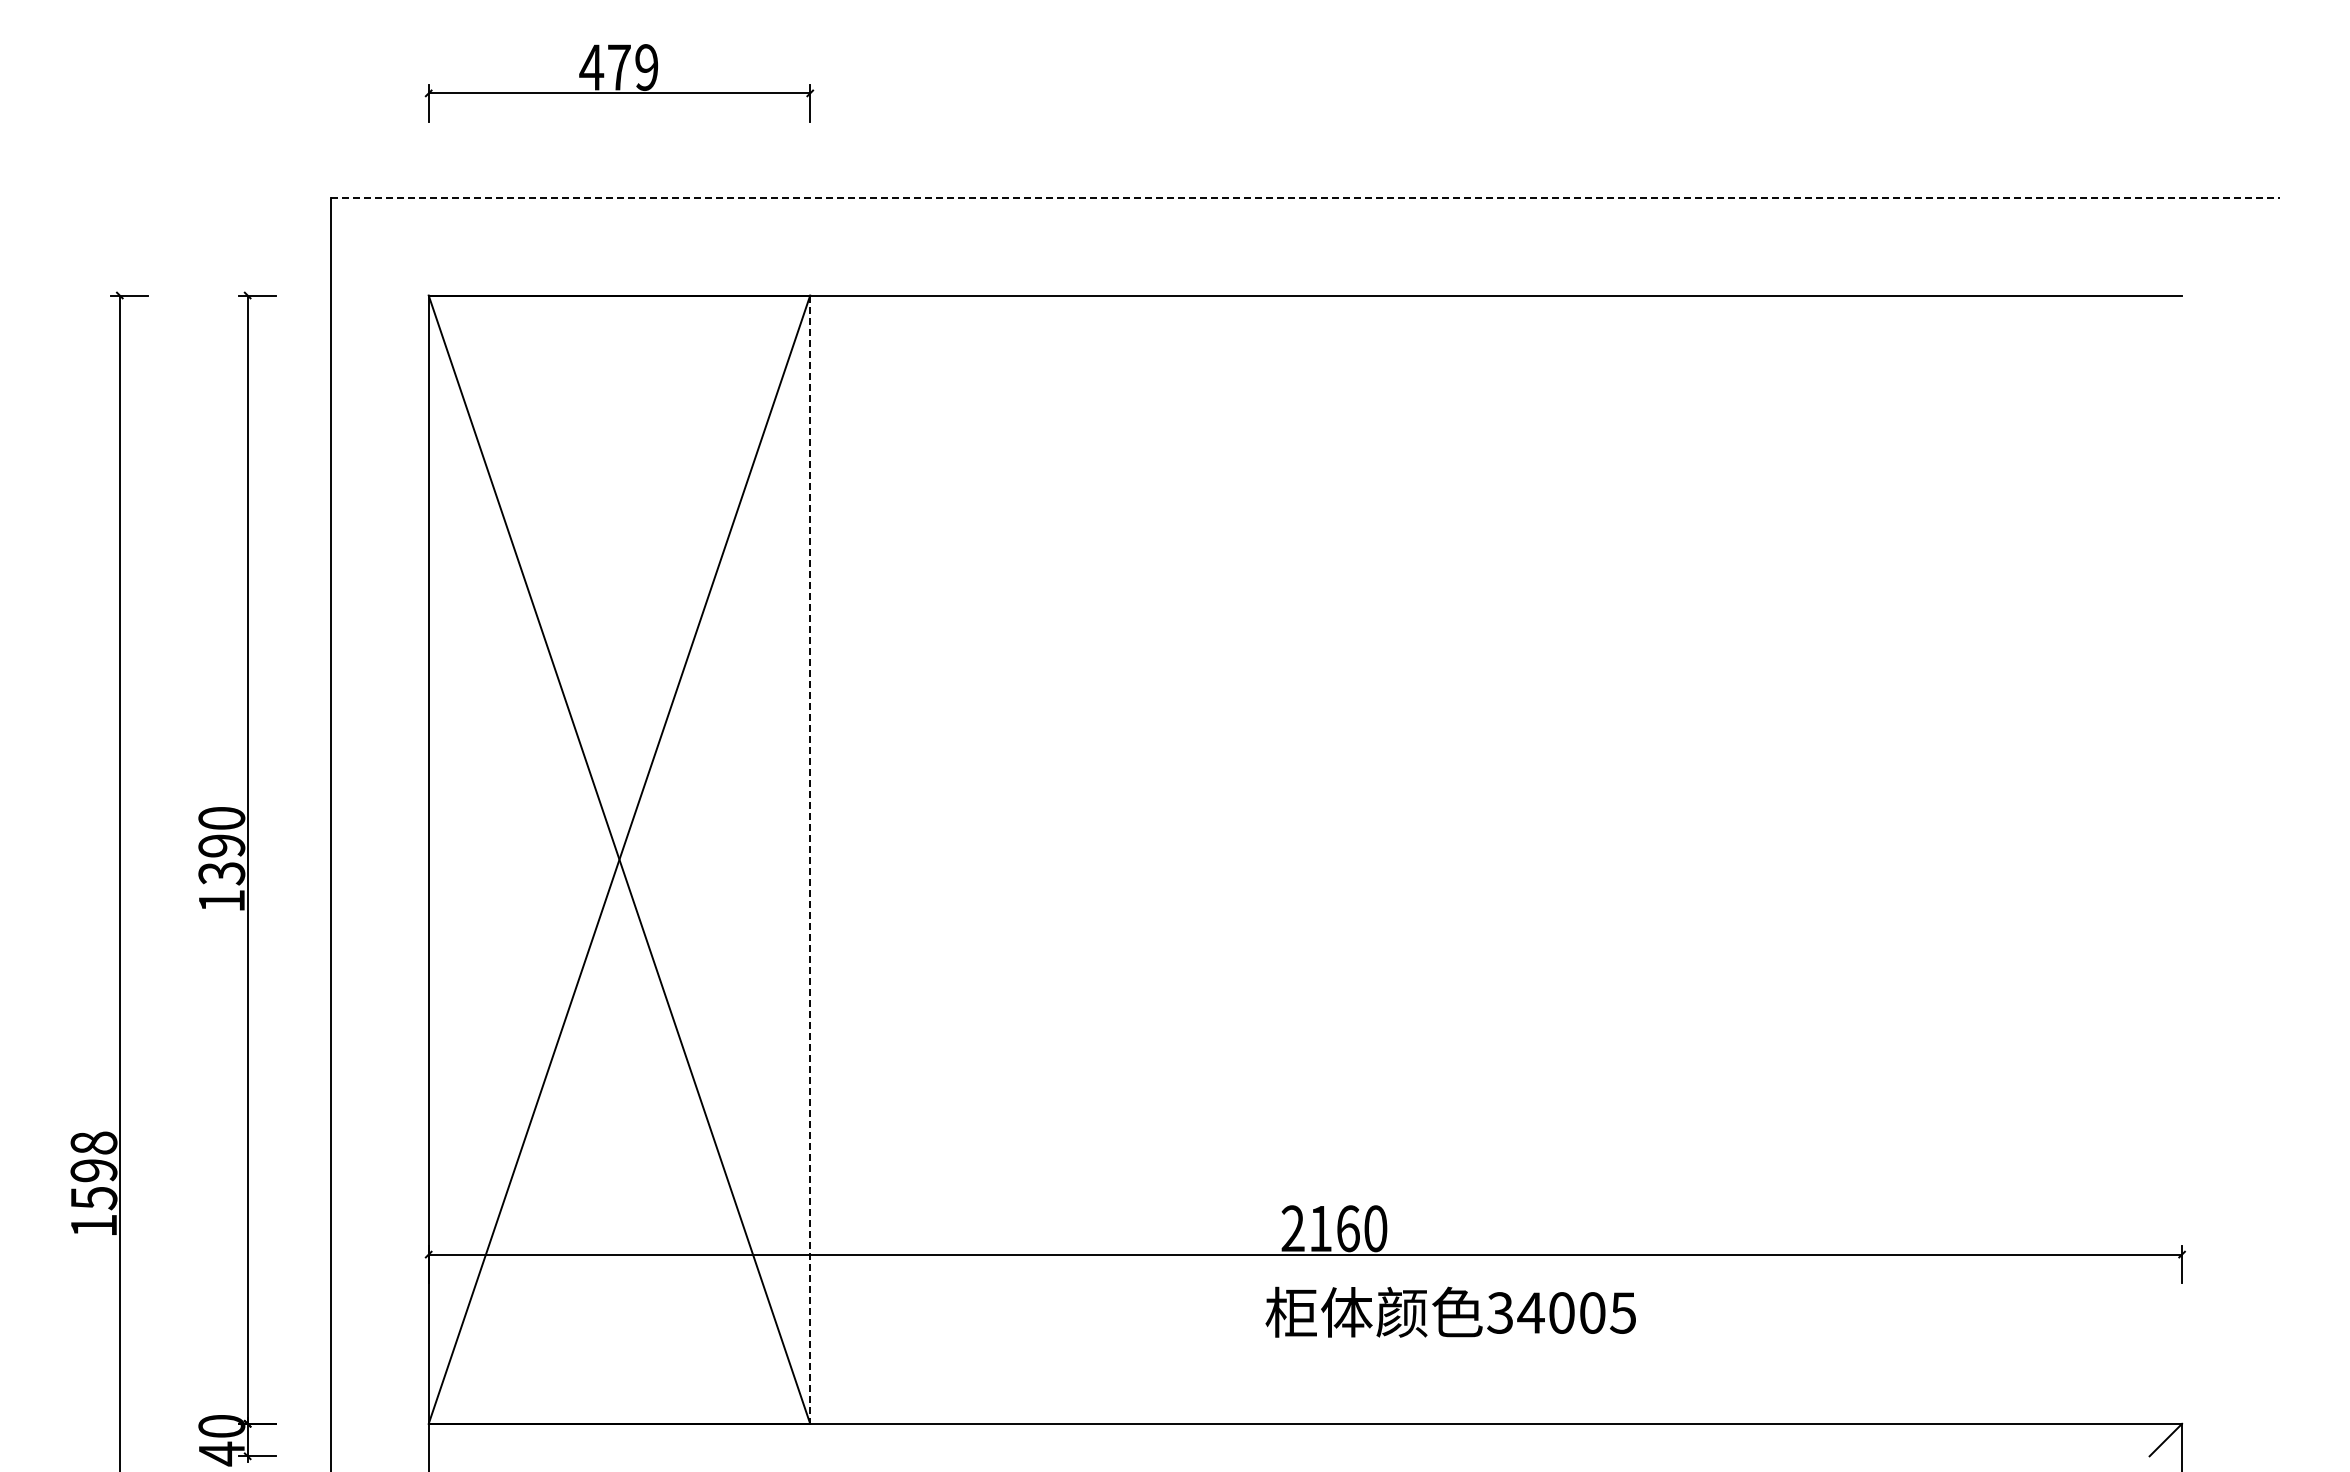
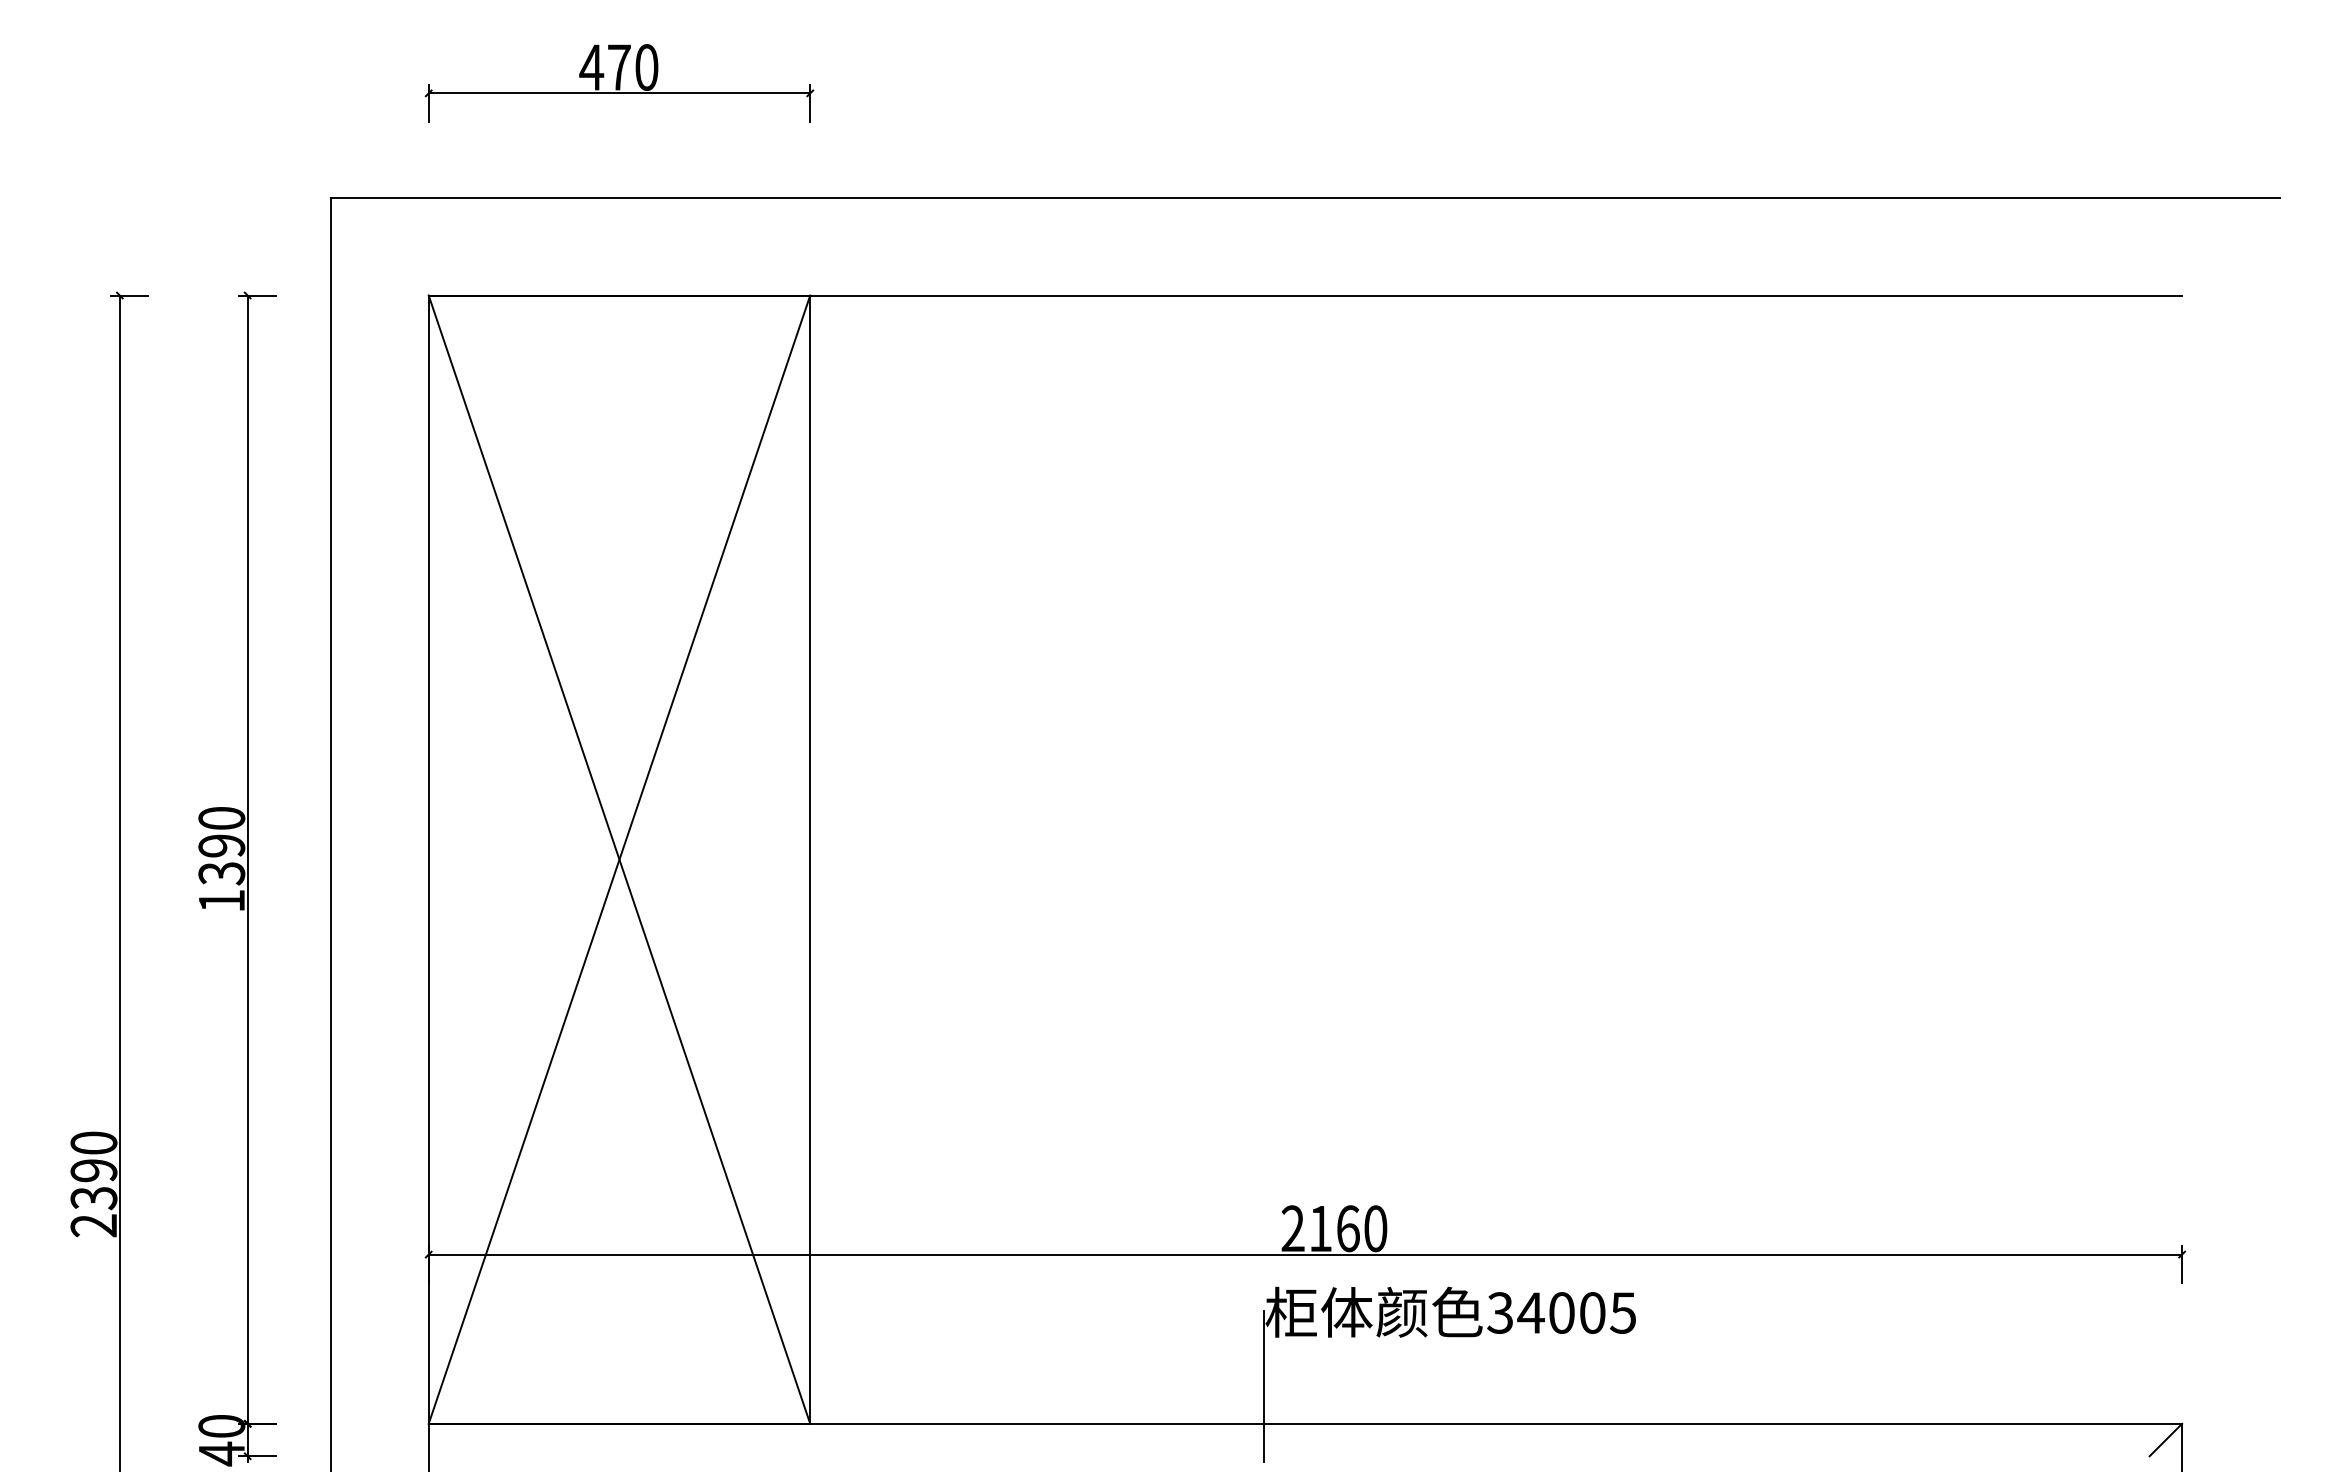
text at (646, 67): 479 -> 470
line at (1305, 198): dashed -> solid
line at (810, 860): dashed -> solid
text at (93, 1184): 1598 -> 2390
line at (1264, 1386): none -> present
